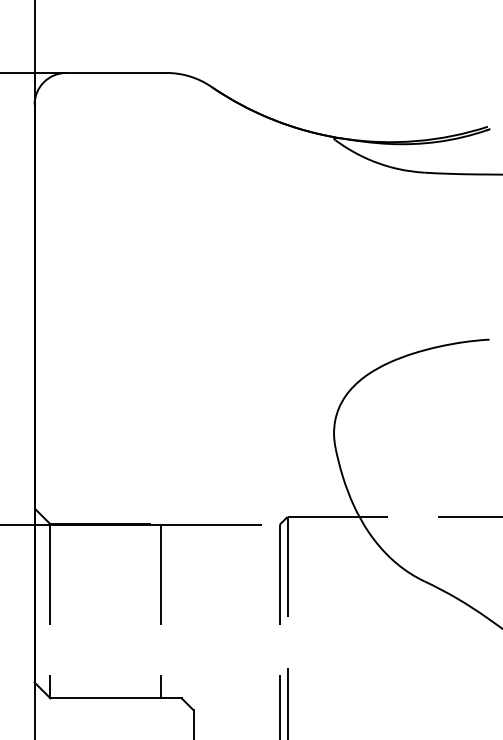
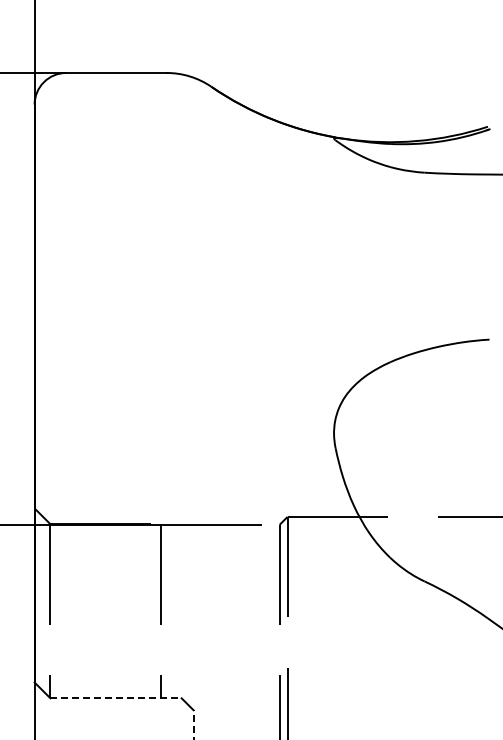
line at (116, 698): solid -> dashed
line at (193, 724): solid -> dashed
